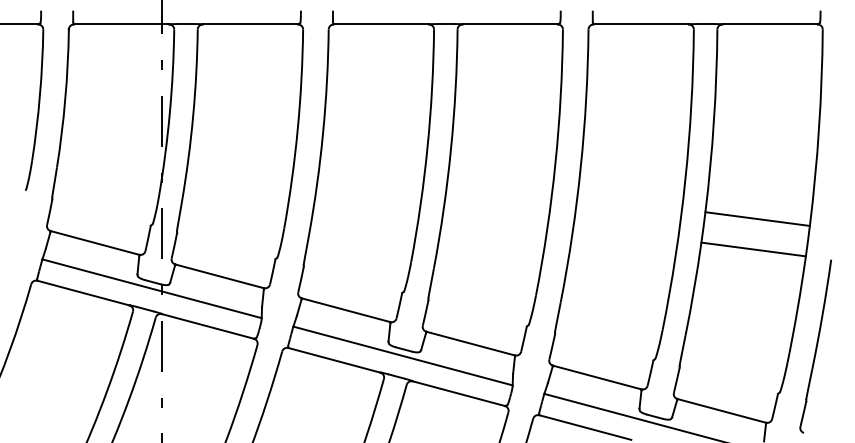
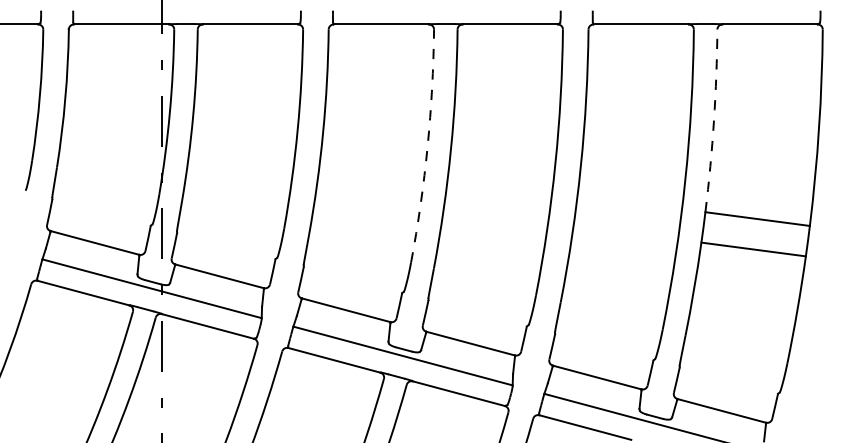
arc at (713, 121): solid -> dashed
arc at (427, 146): solid -> dashed
part at (815, 346): present -> none
